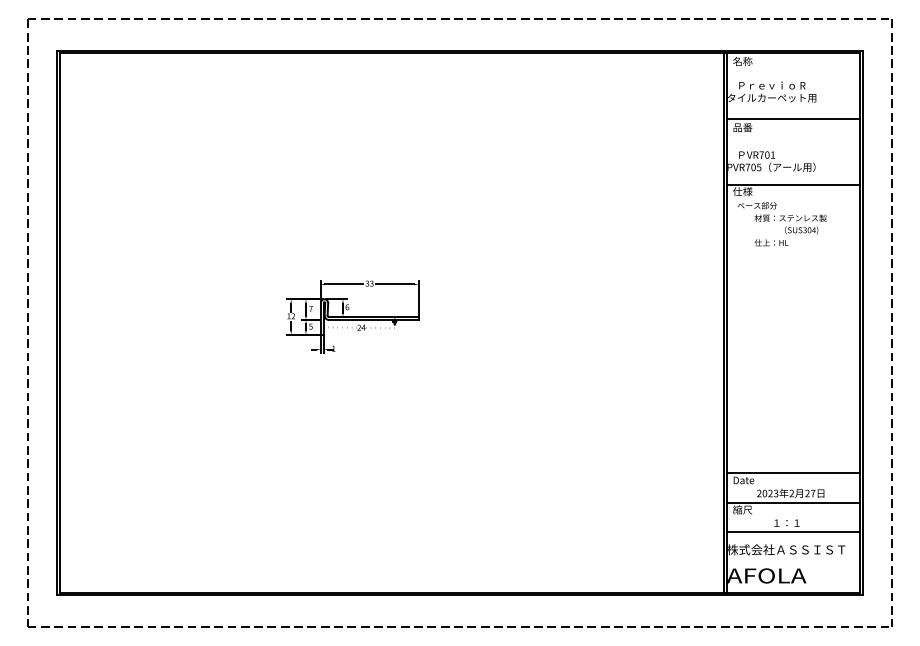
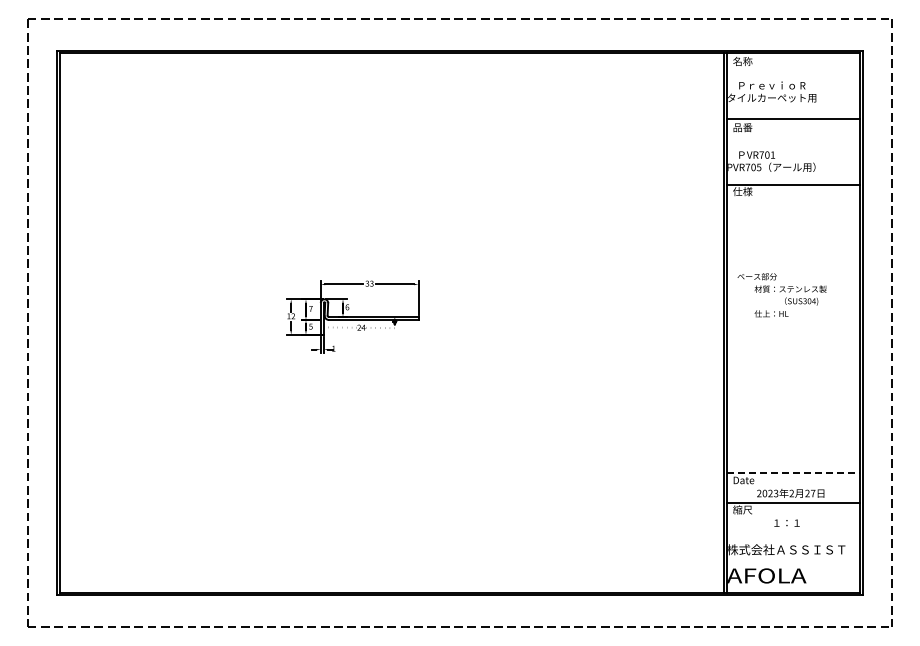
text at (781, 224) position: (781, 224) -> (781, 295)
line at (793, 472): solid -> dashed
line at (792, 532): present -> none
